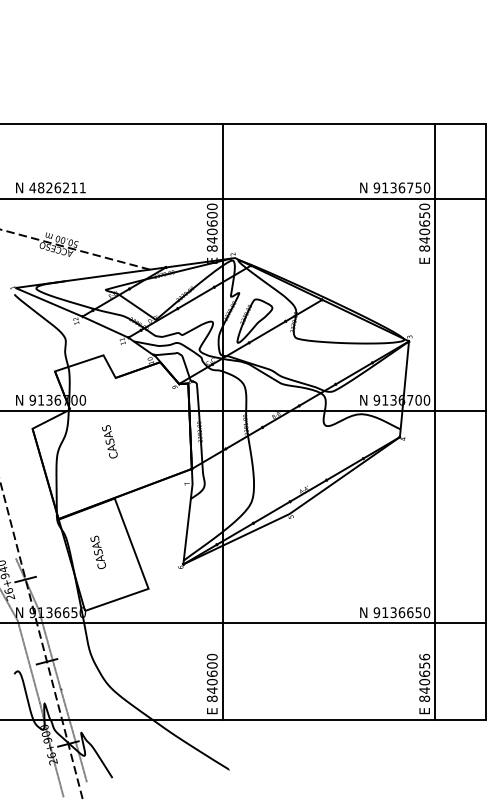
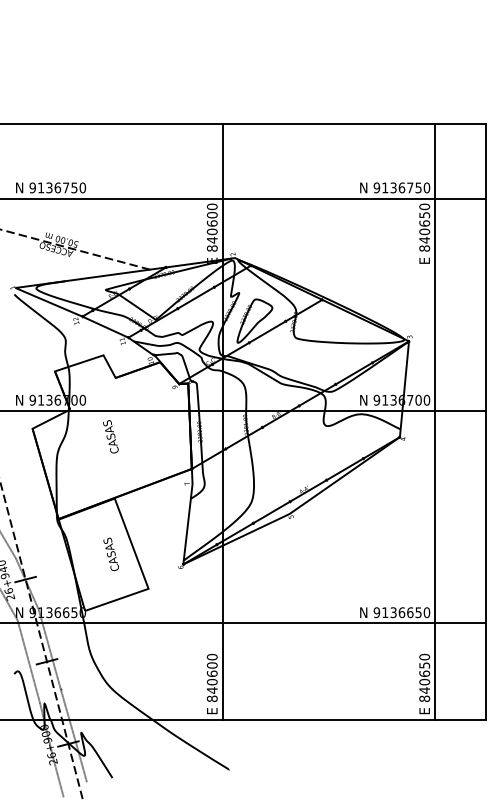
text at (57, 187): 4826211 -> 9136750
text at (109, 441) position: (109, 441) -> (110, 436)
line at (8, 546): none -> present
text at (97, 552) position: (97, 552) -> (110, 554)
text at (424, 656): 840656 -> 840650
